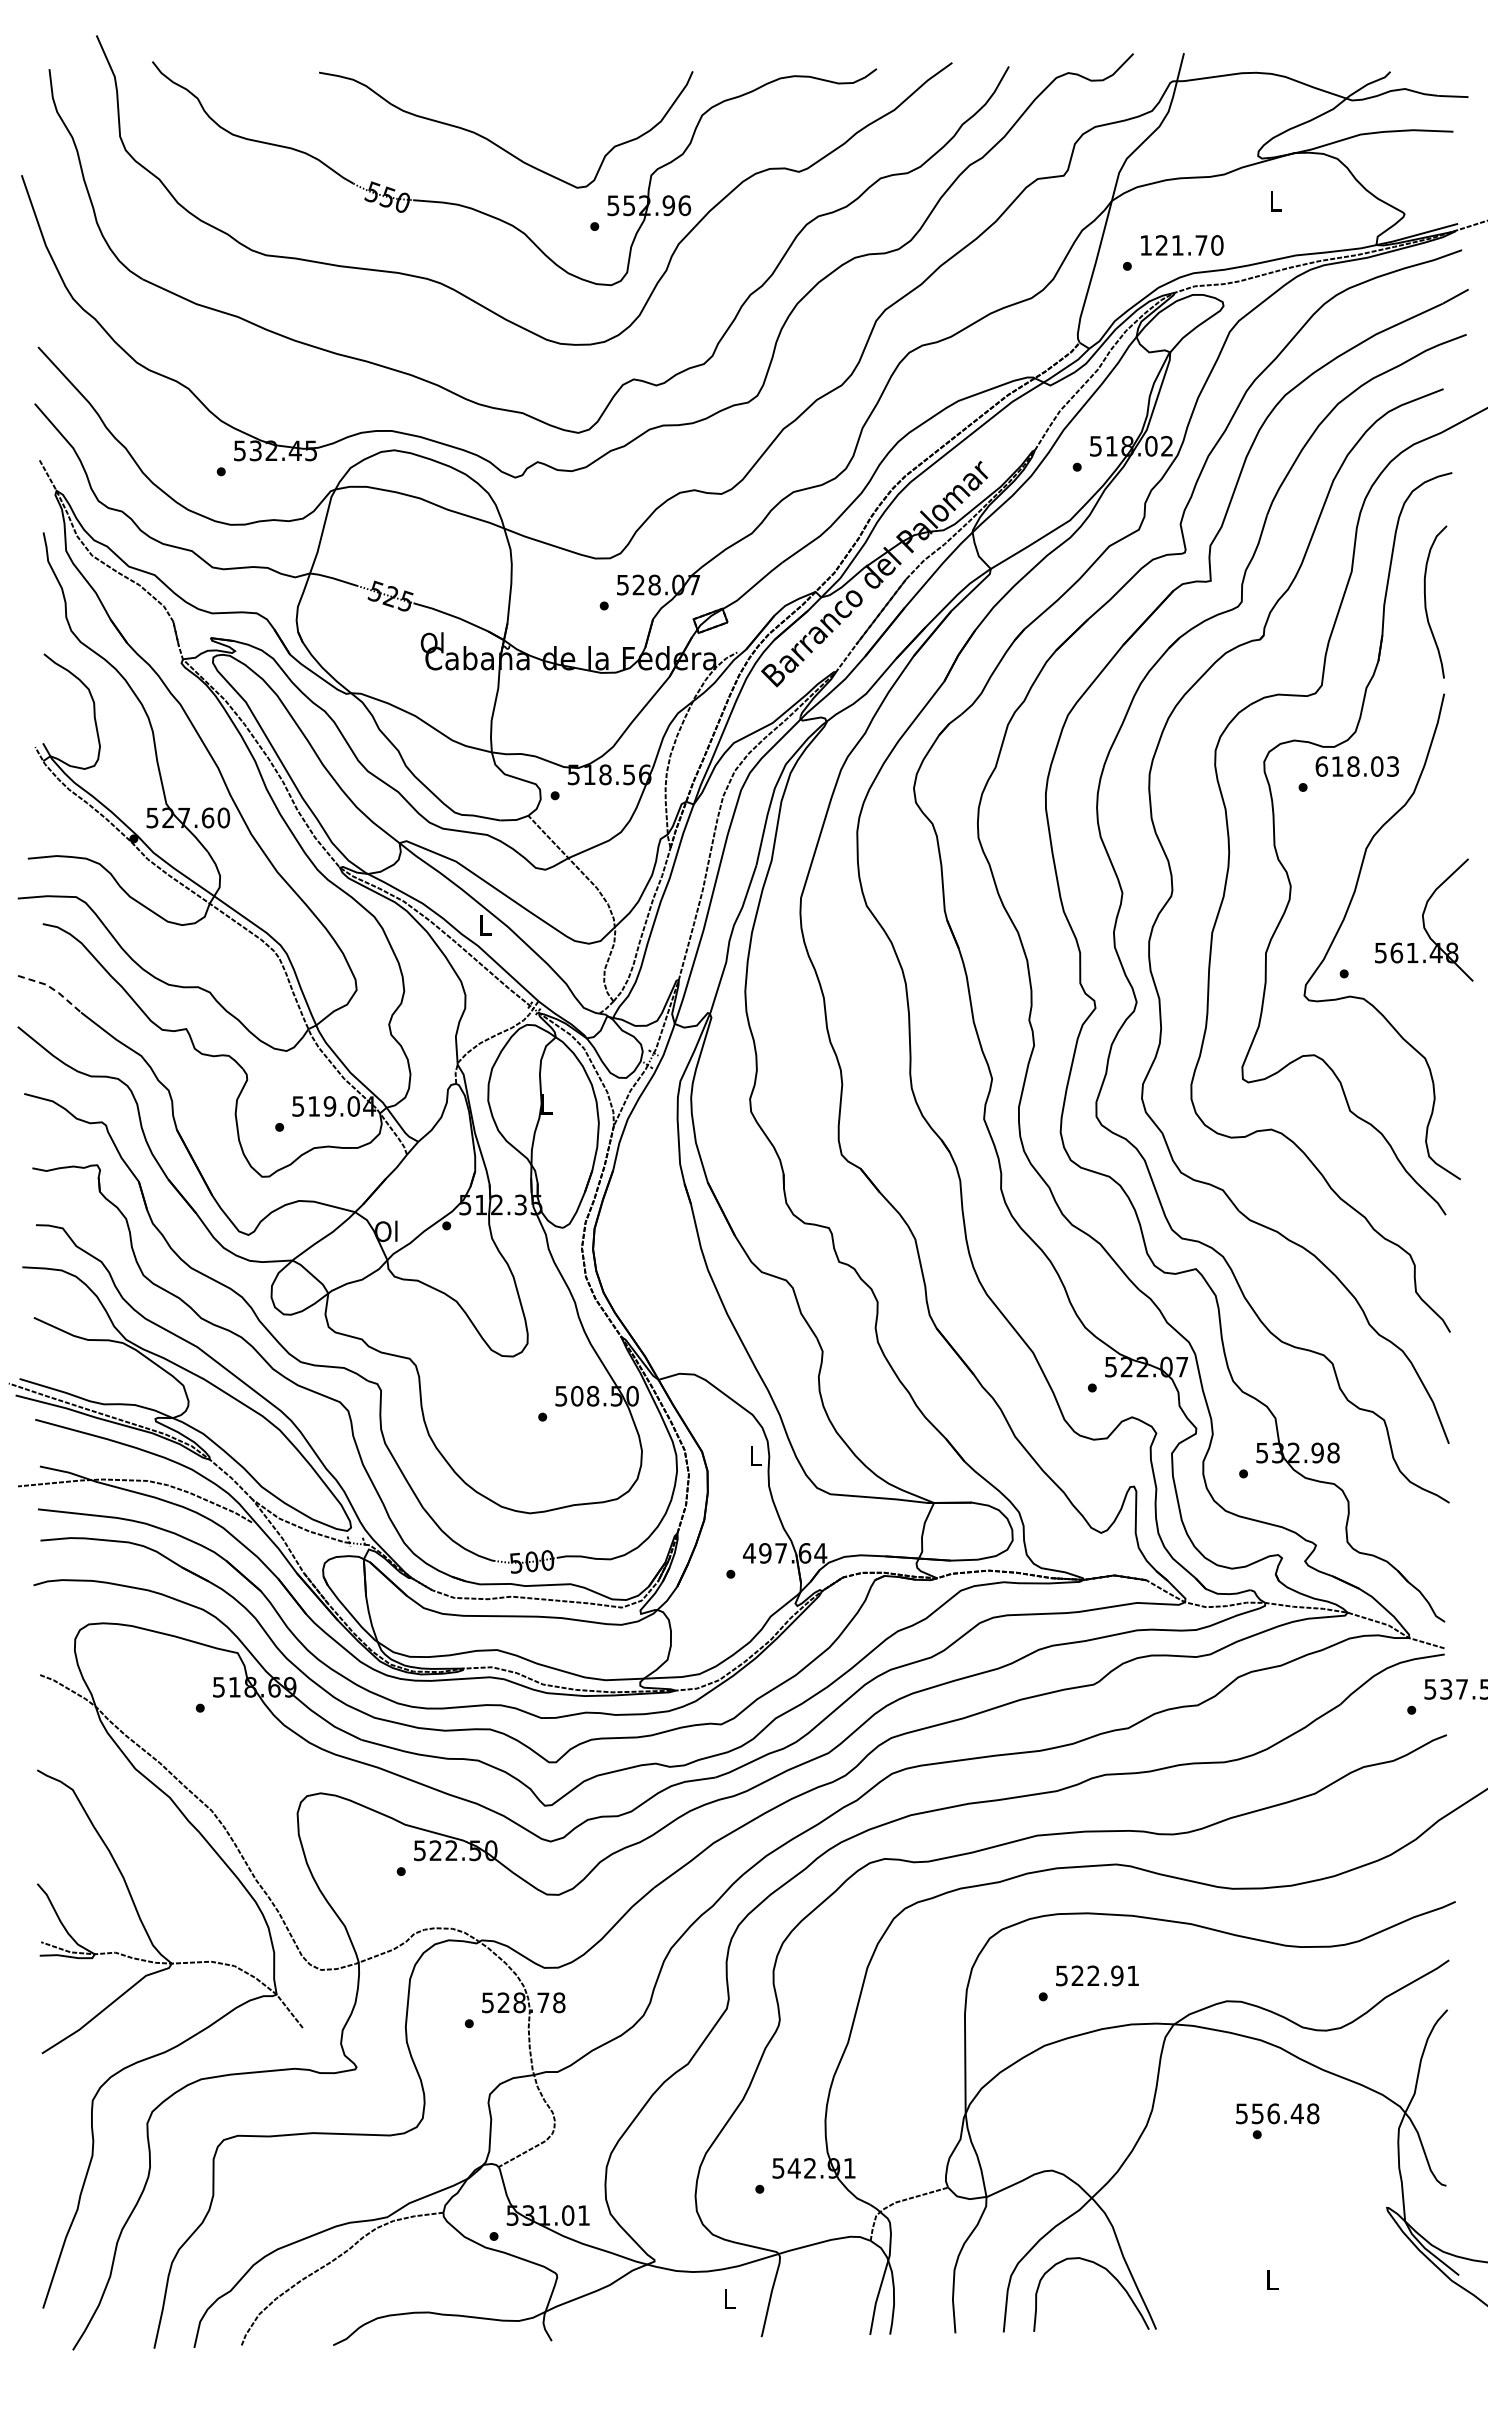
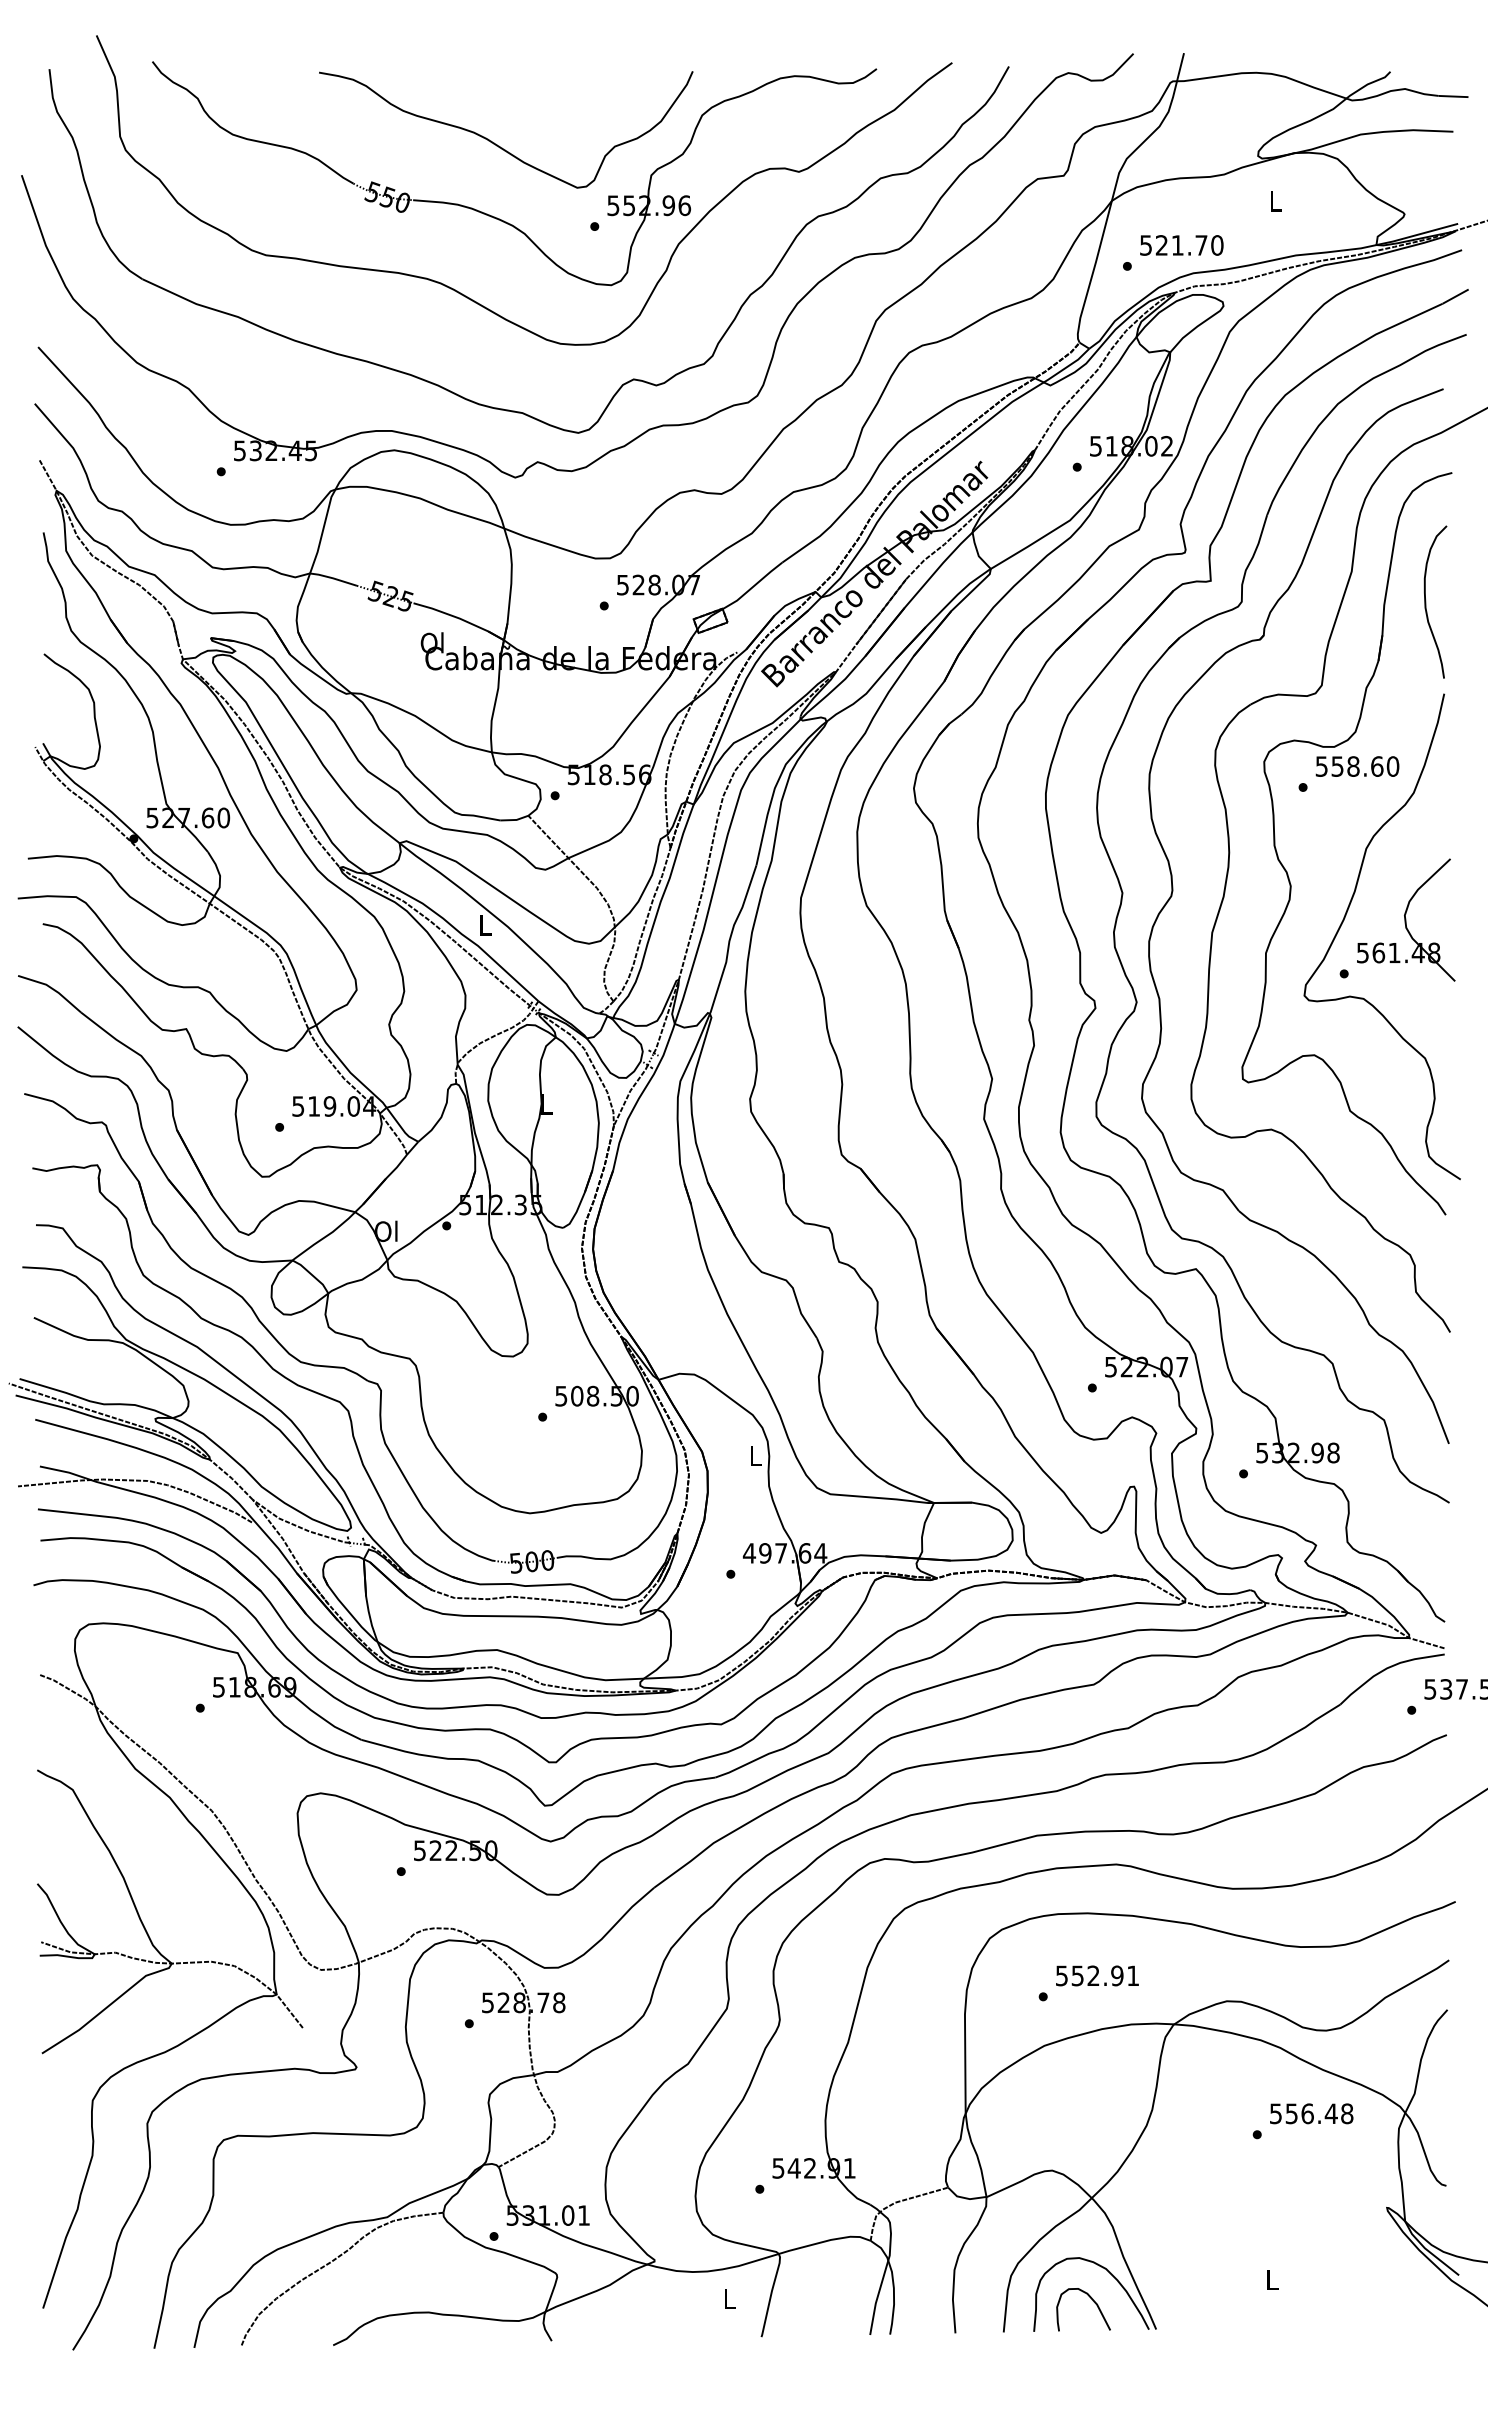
text at (1145, 245): 121.70 -> 521.70
text at (1357, 766): 618.03 -> 558.60
part at (1424, 919) position: (1424, 919) -> (1406, 919)
line at (52, 989): dashed -> solid
text at (1077, 1975): 522.91 -> 552.91
text at (1277, 2113) position: (1277, 2113) -> (1311, 2113)
curve at (1093, 2302): none -> present
